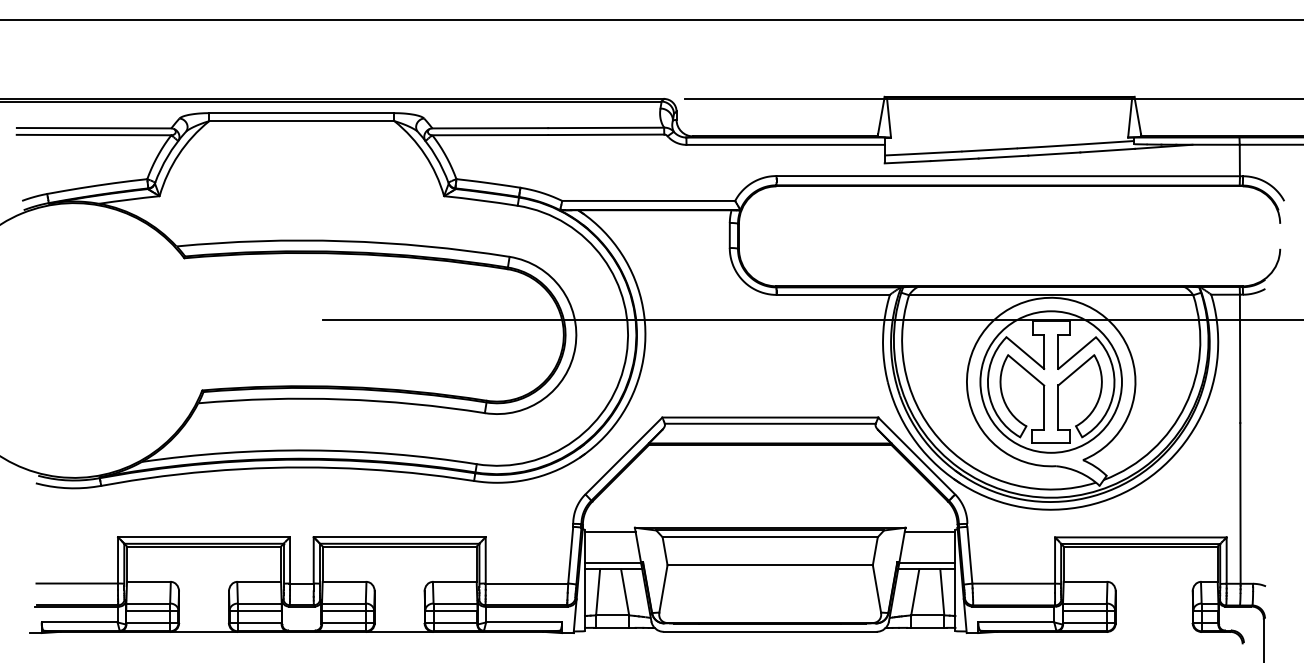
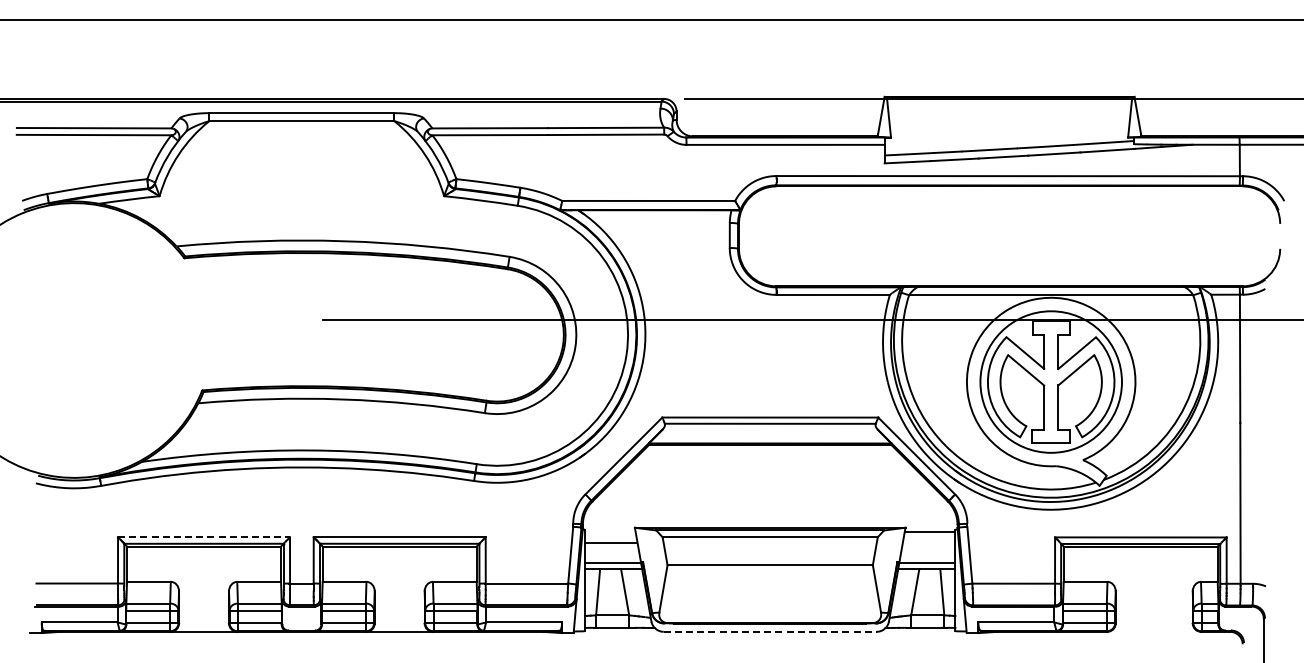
line at (609, 532) position: (609, 532) -> (609, 543)
line at (204, 537): solid -> dashed
line at (770, 631): solid -> dashed
